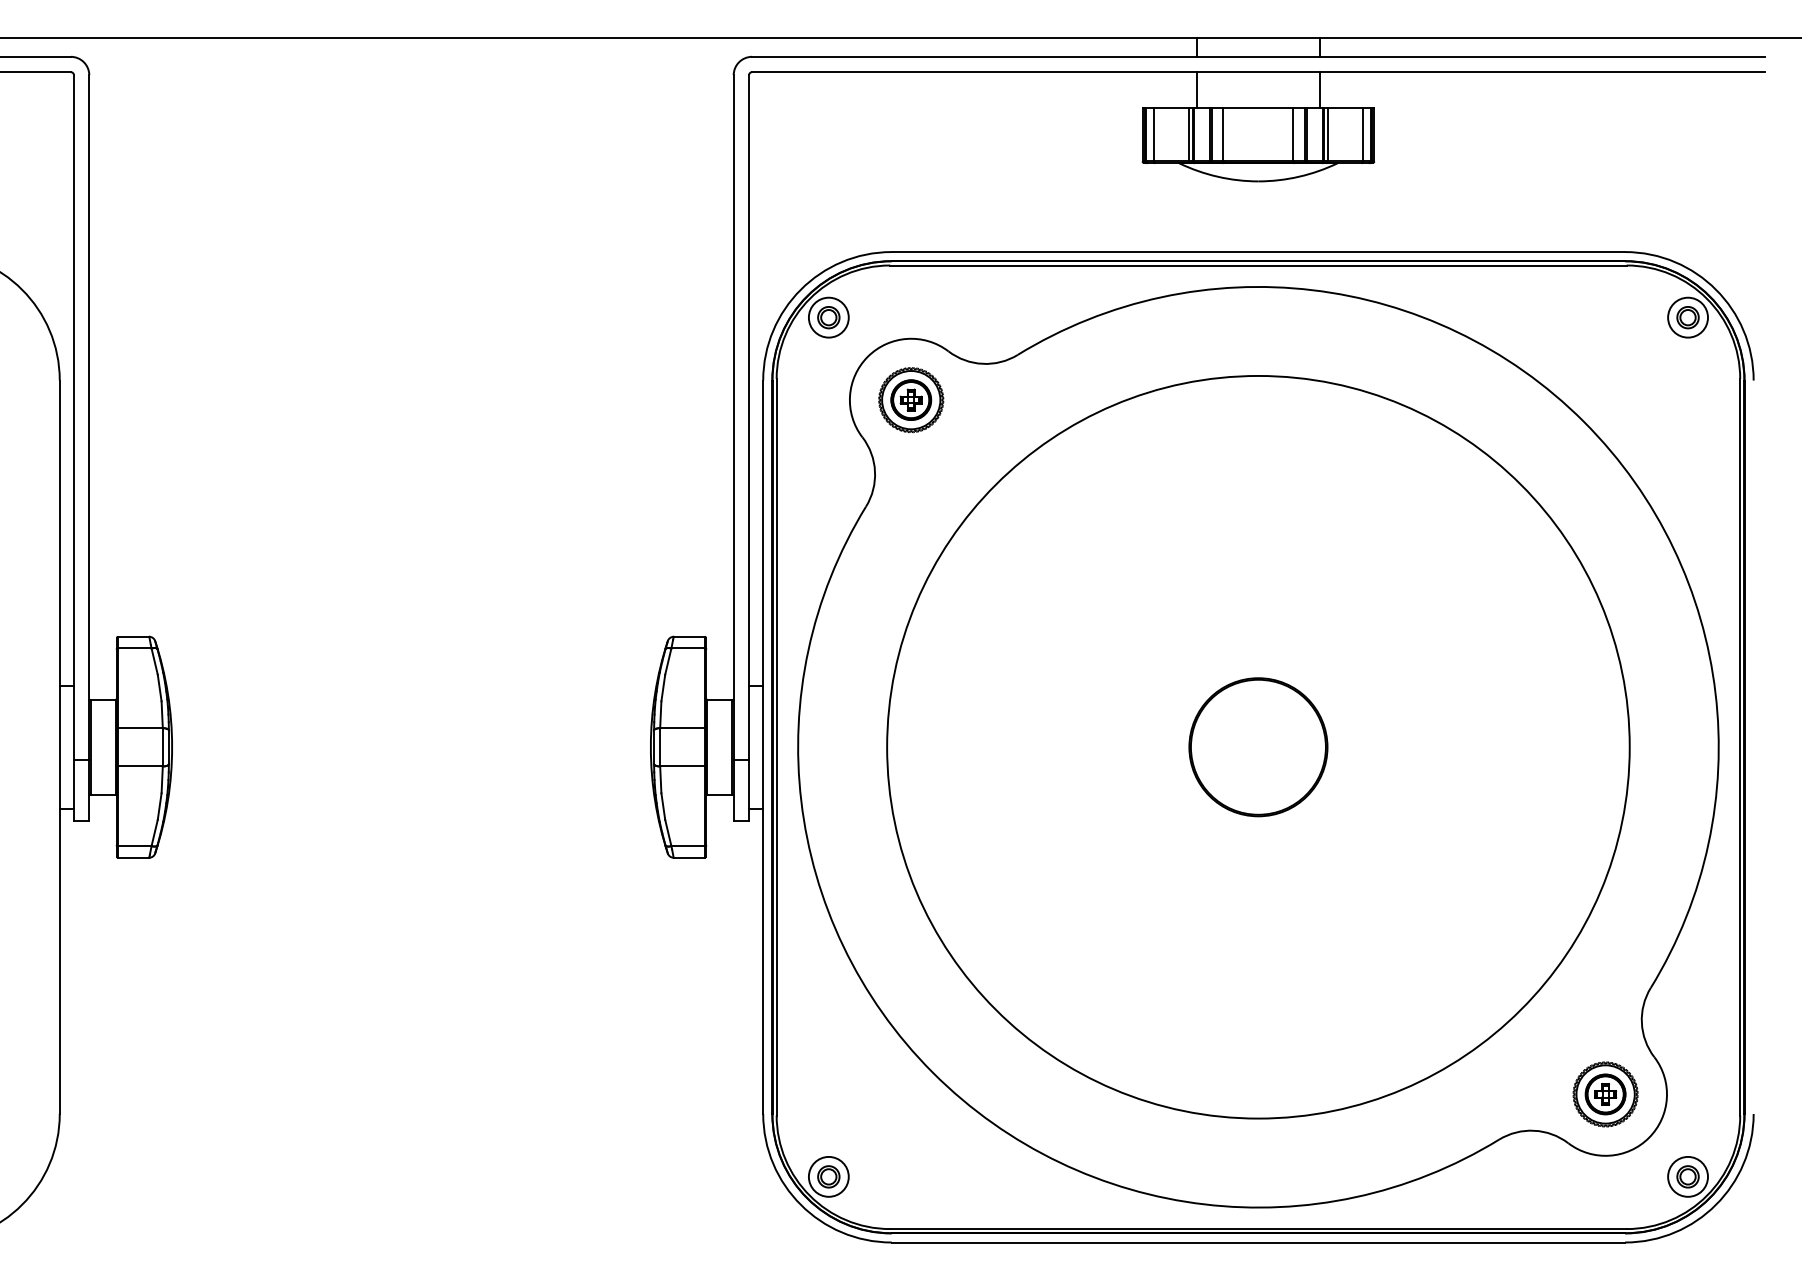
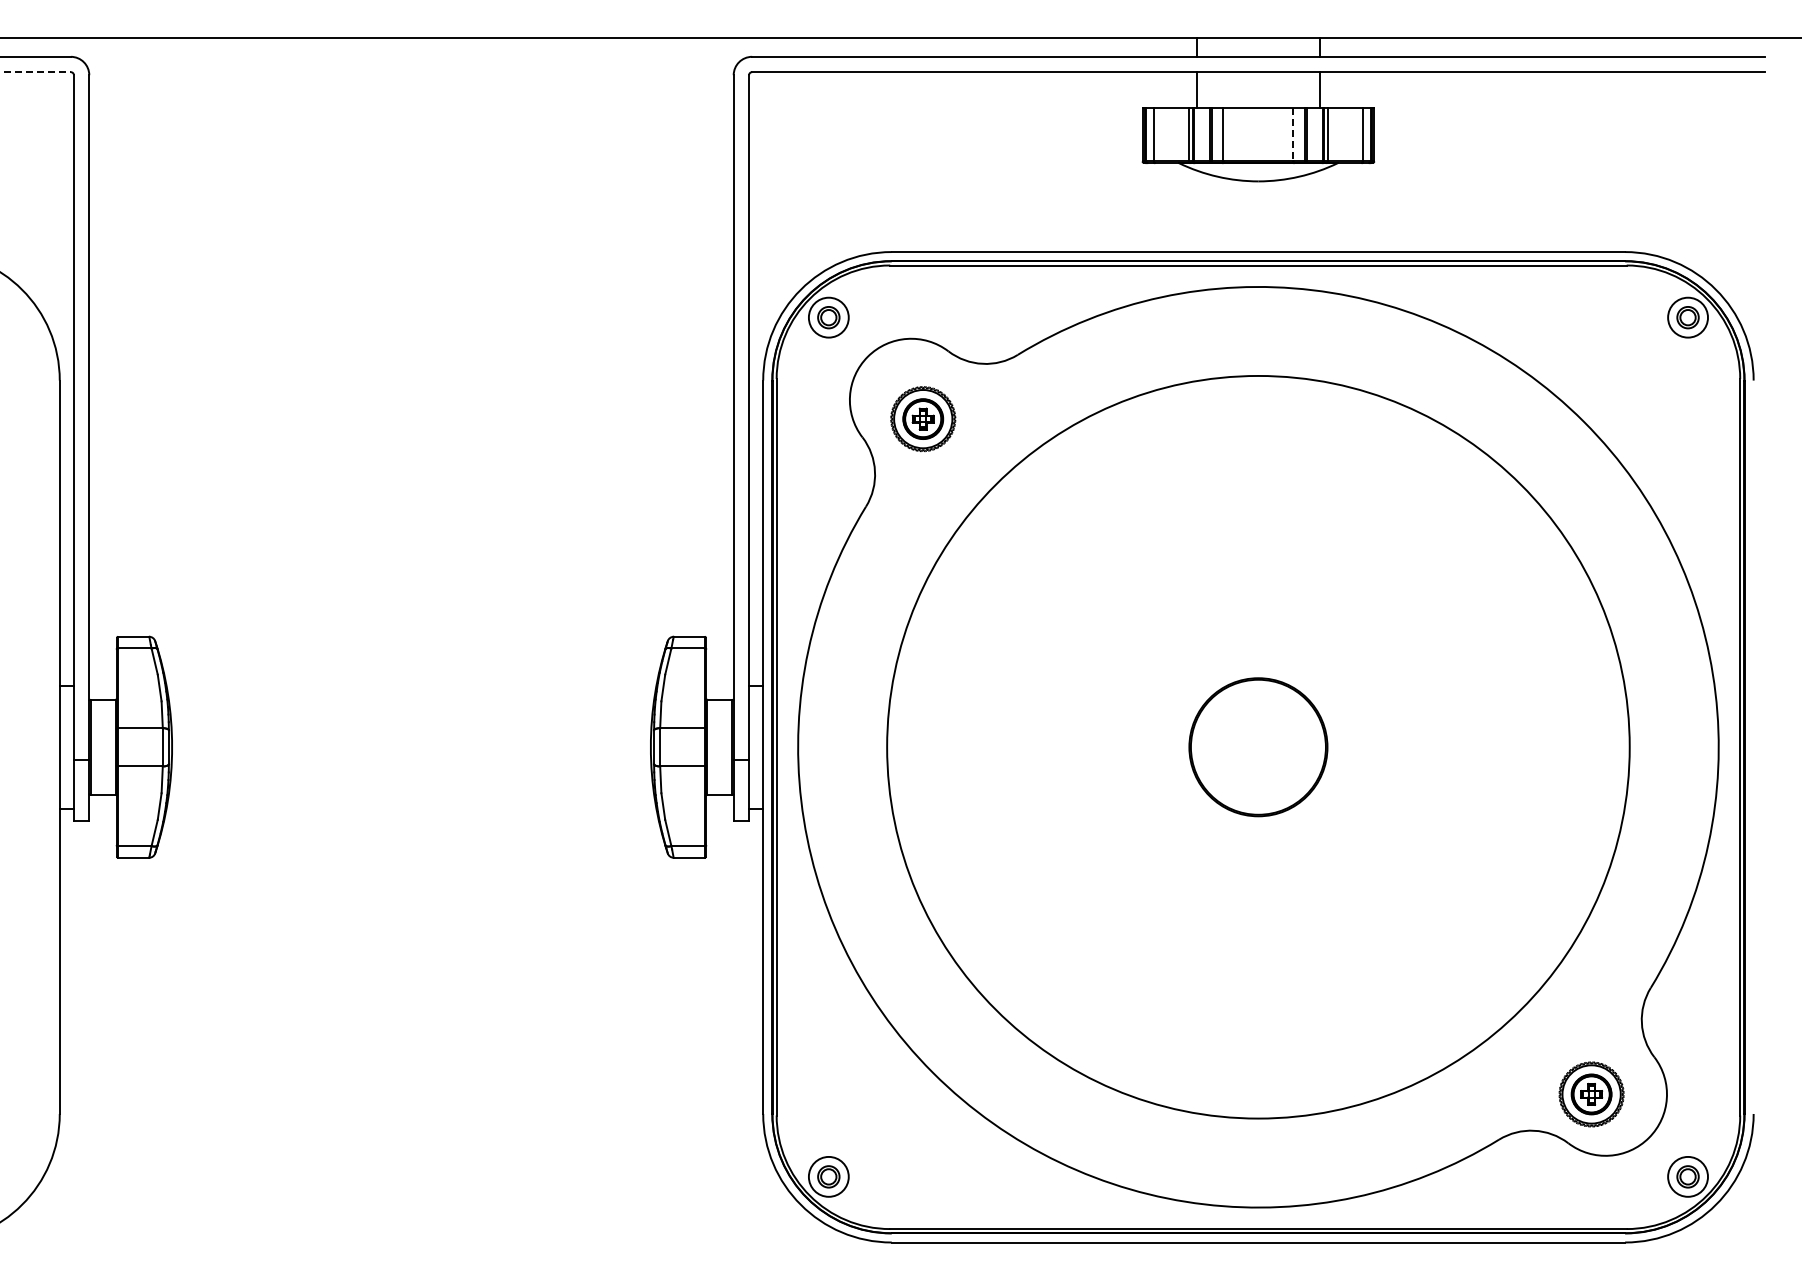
line at (35, 72): solid -> dashed
line at (1293, 134): solid -> dashed
part at (911, 399) position: (911, 399) -> (923, 418)
part at (1605, 1094) position: (1605, 1094) -> (1591, 1094)
